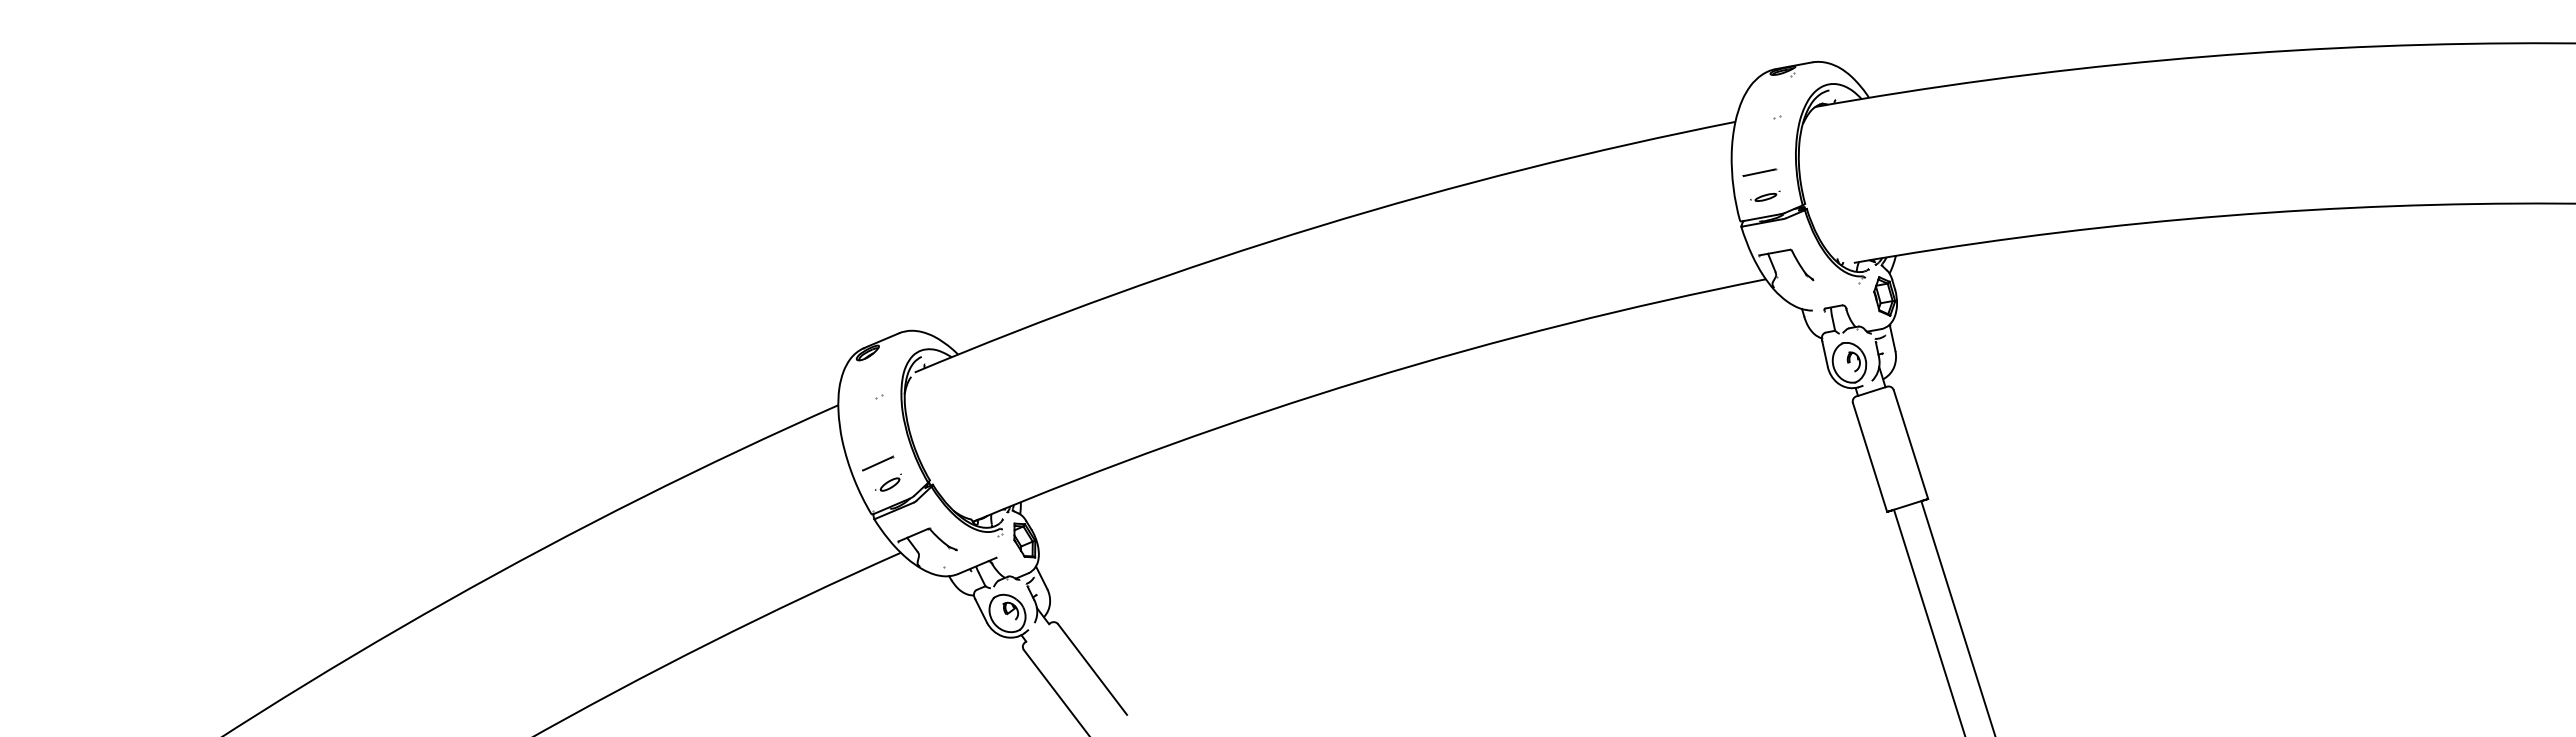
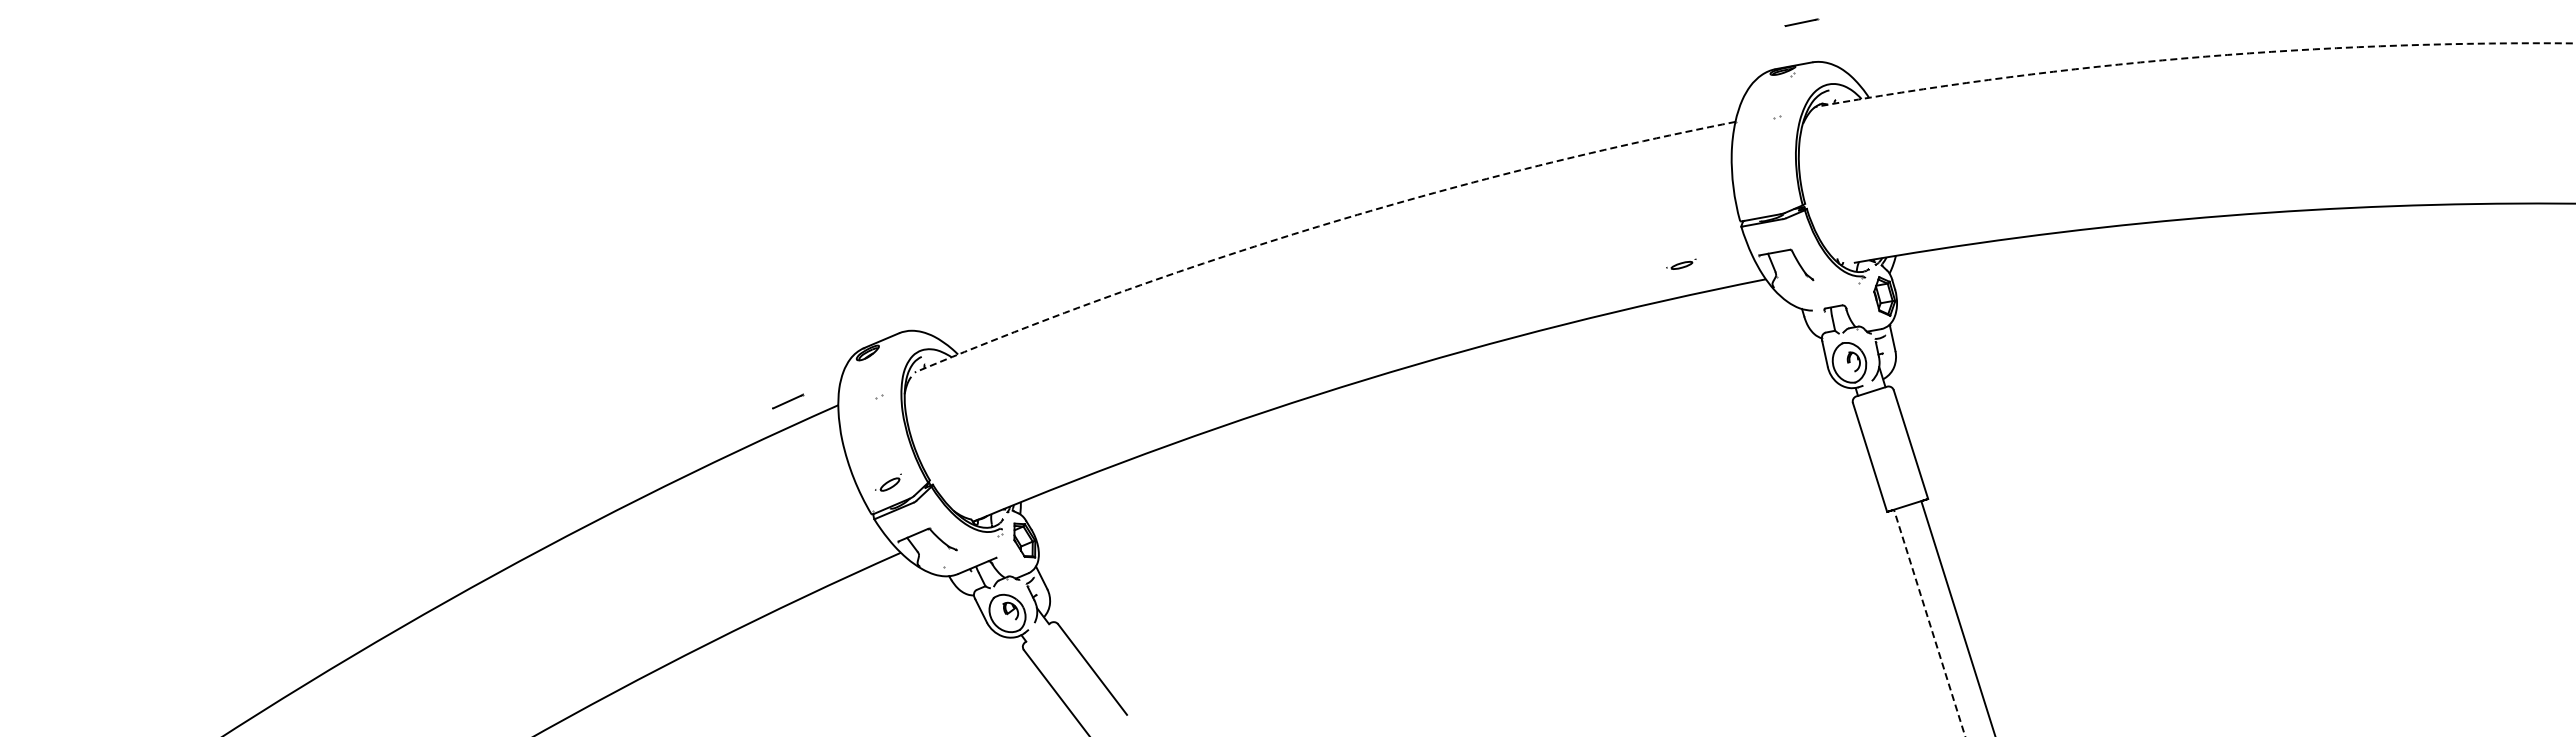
line at (2194, 57): solid -> dashed
line at (1759, 172) position: (1759, 172) -> (1801, 22)
part at (1765, 195) position: (1765, 195) -> (1681, 263)
line at (1318, 226): solid -> dashed
line at (878, 463) position: (878, 463) -> (788, 401)
line at (1929, 623): solid -> dashed
